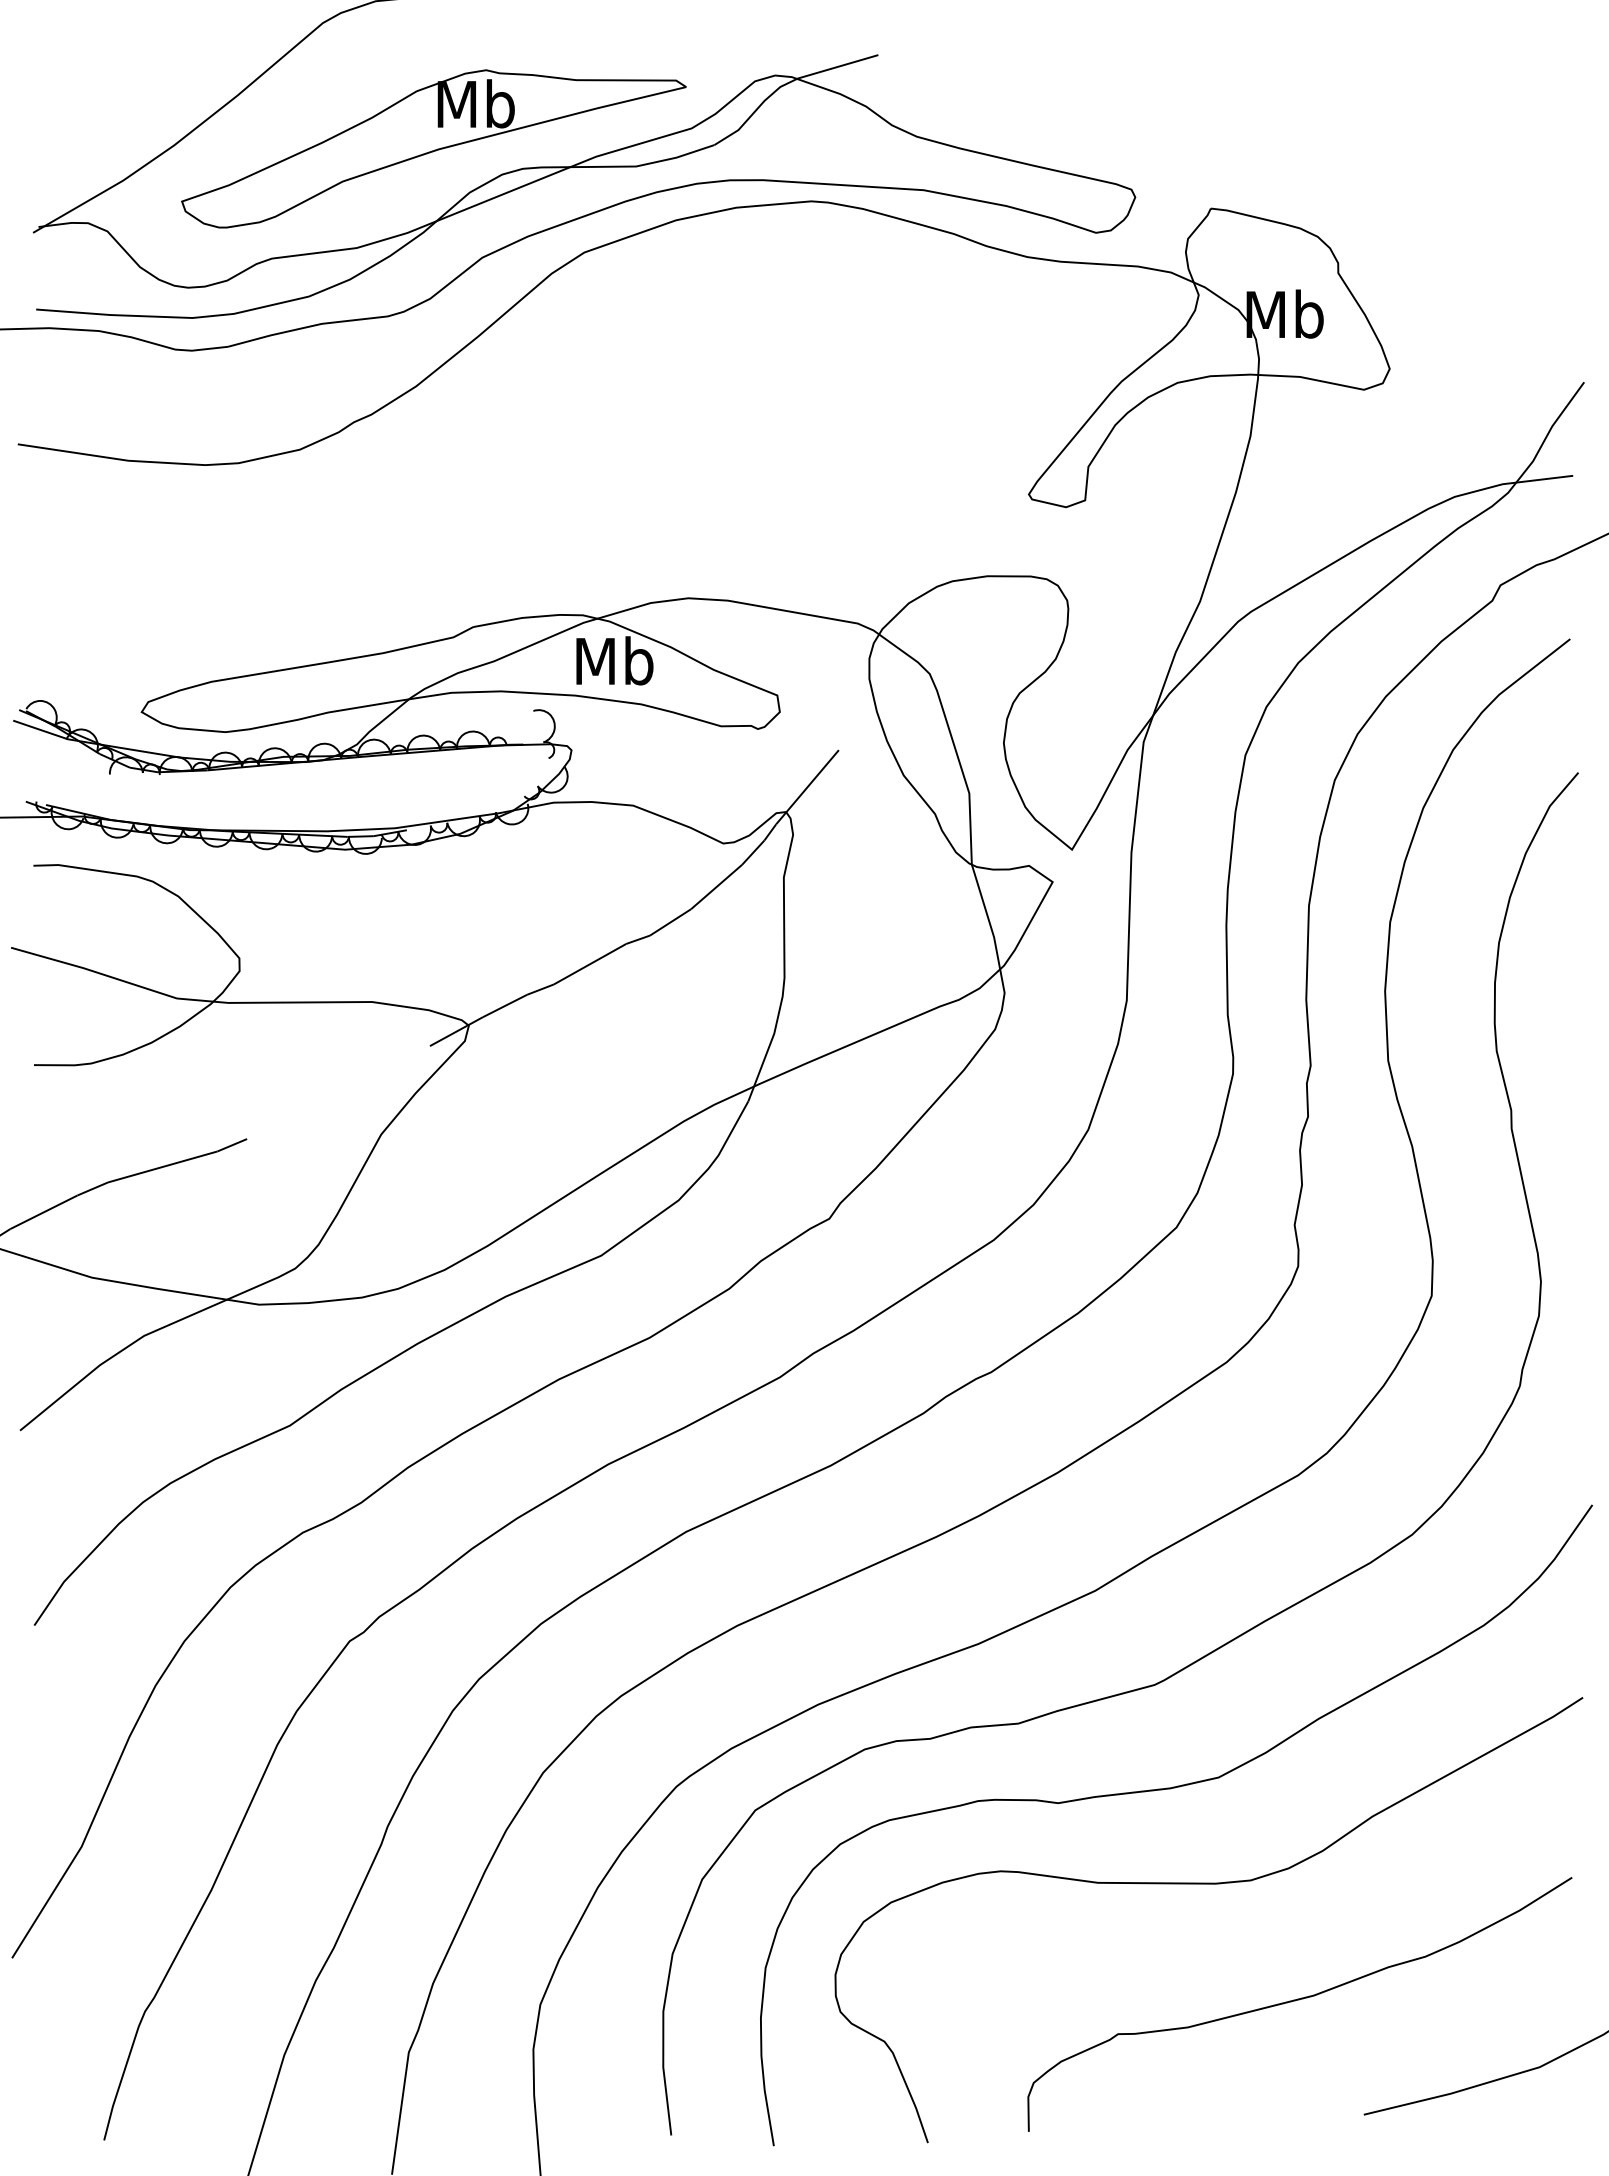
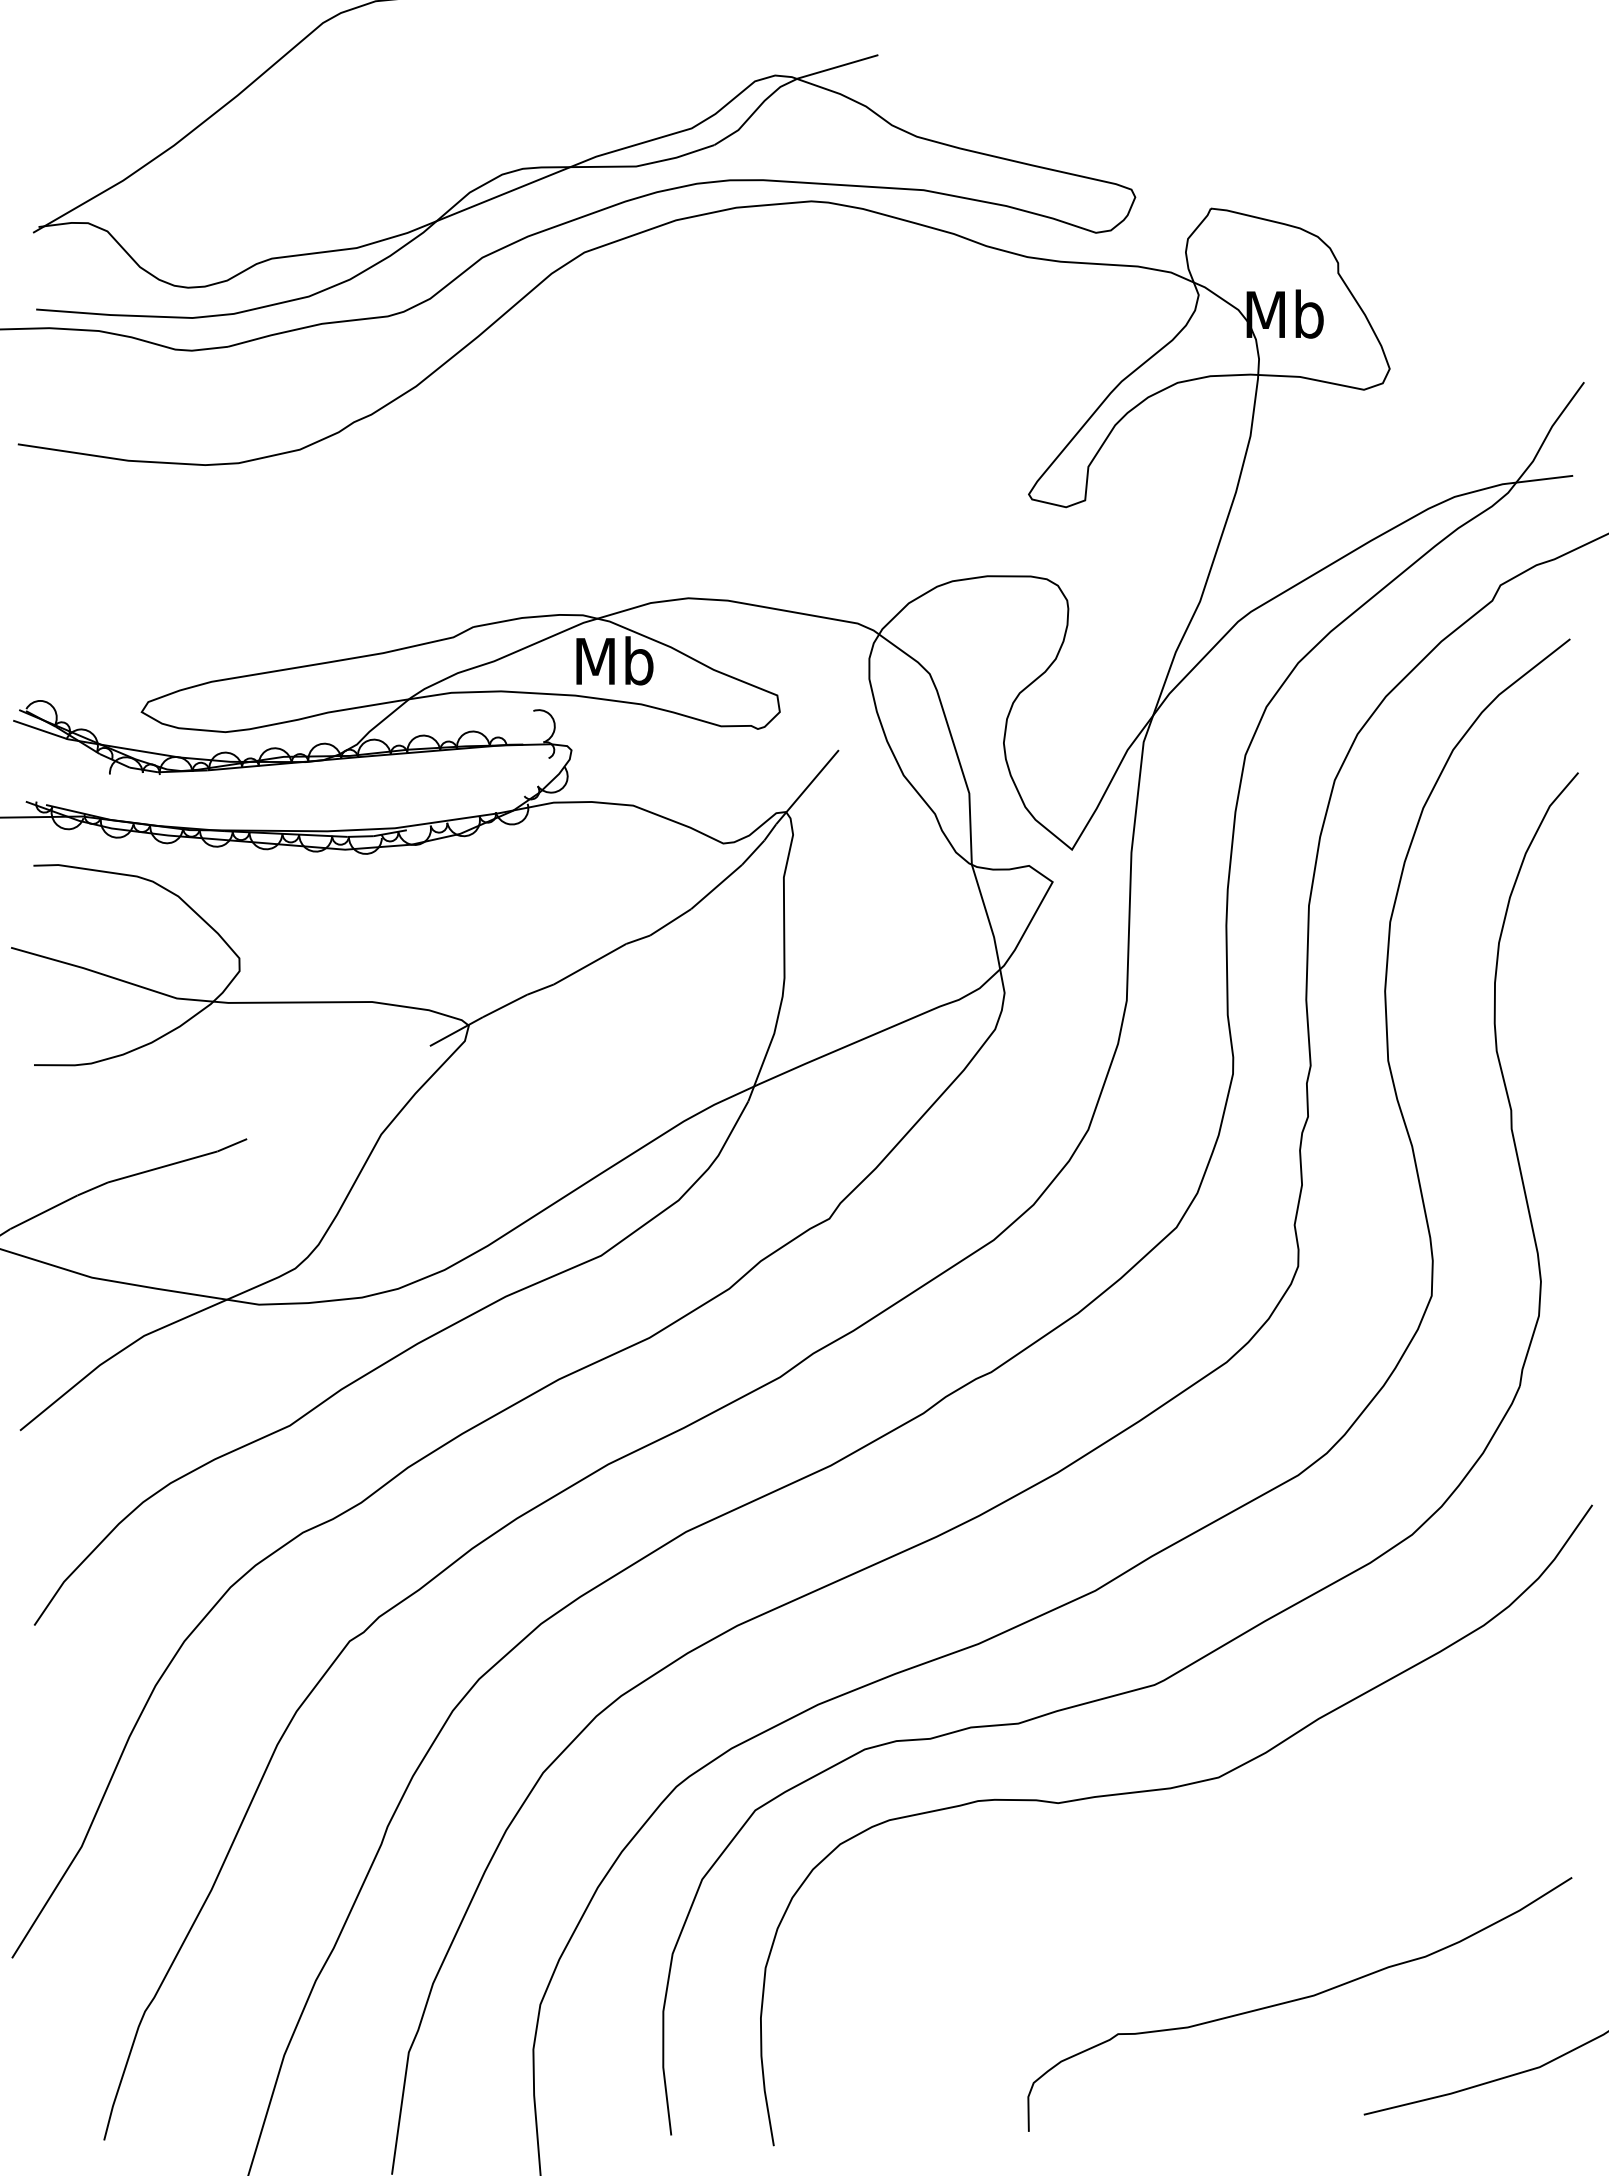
part at (433, 148): present -> none
curve at (1208, 1884): present -> none
